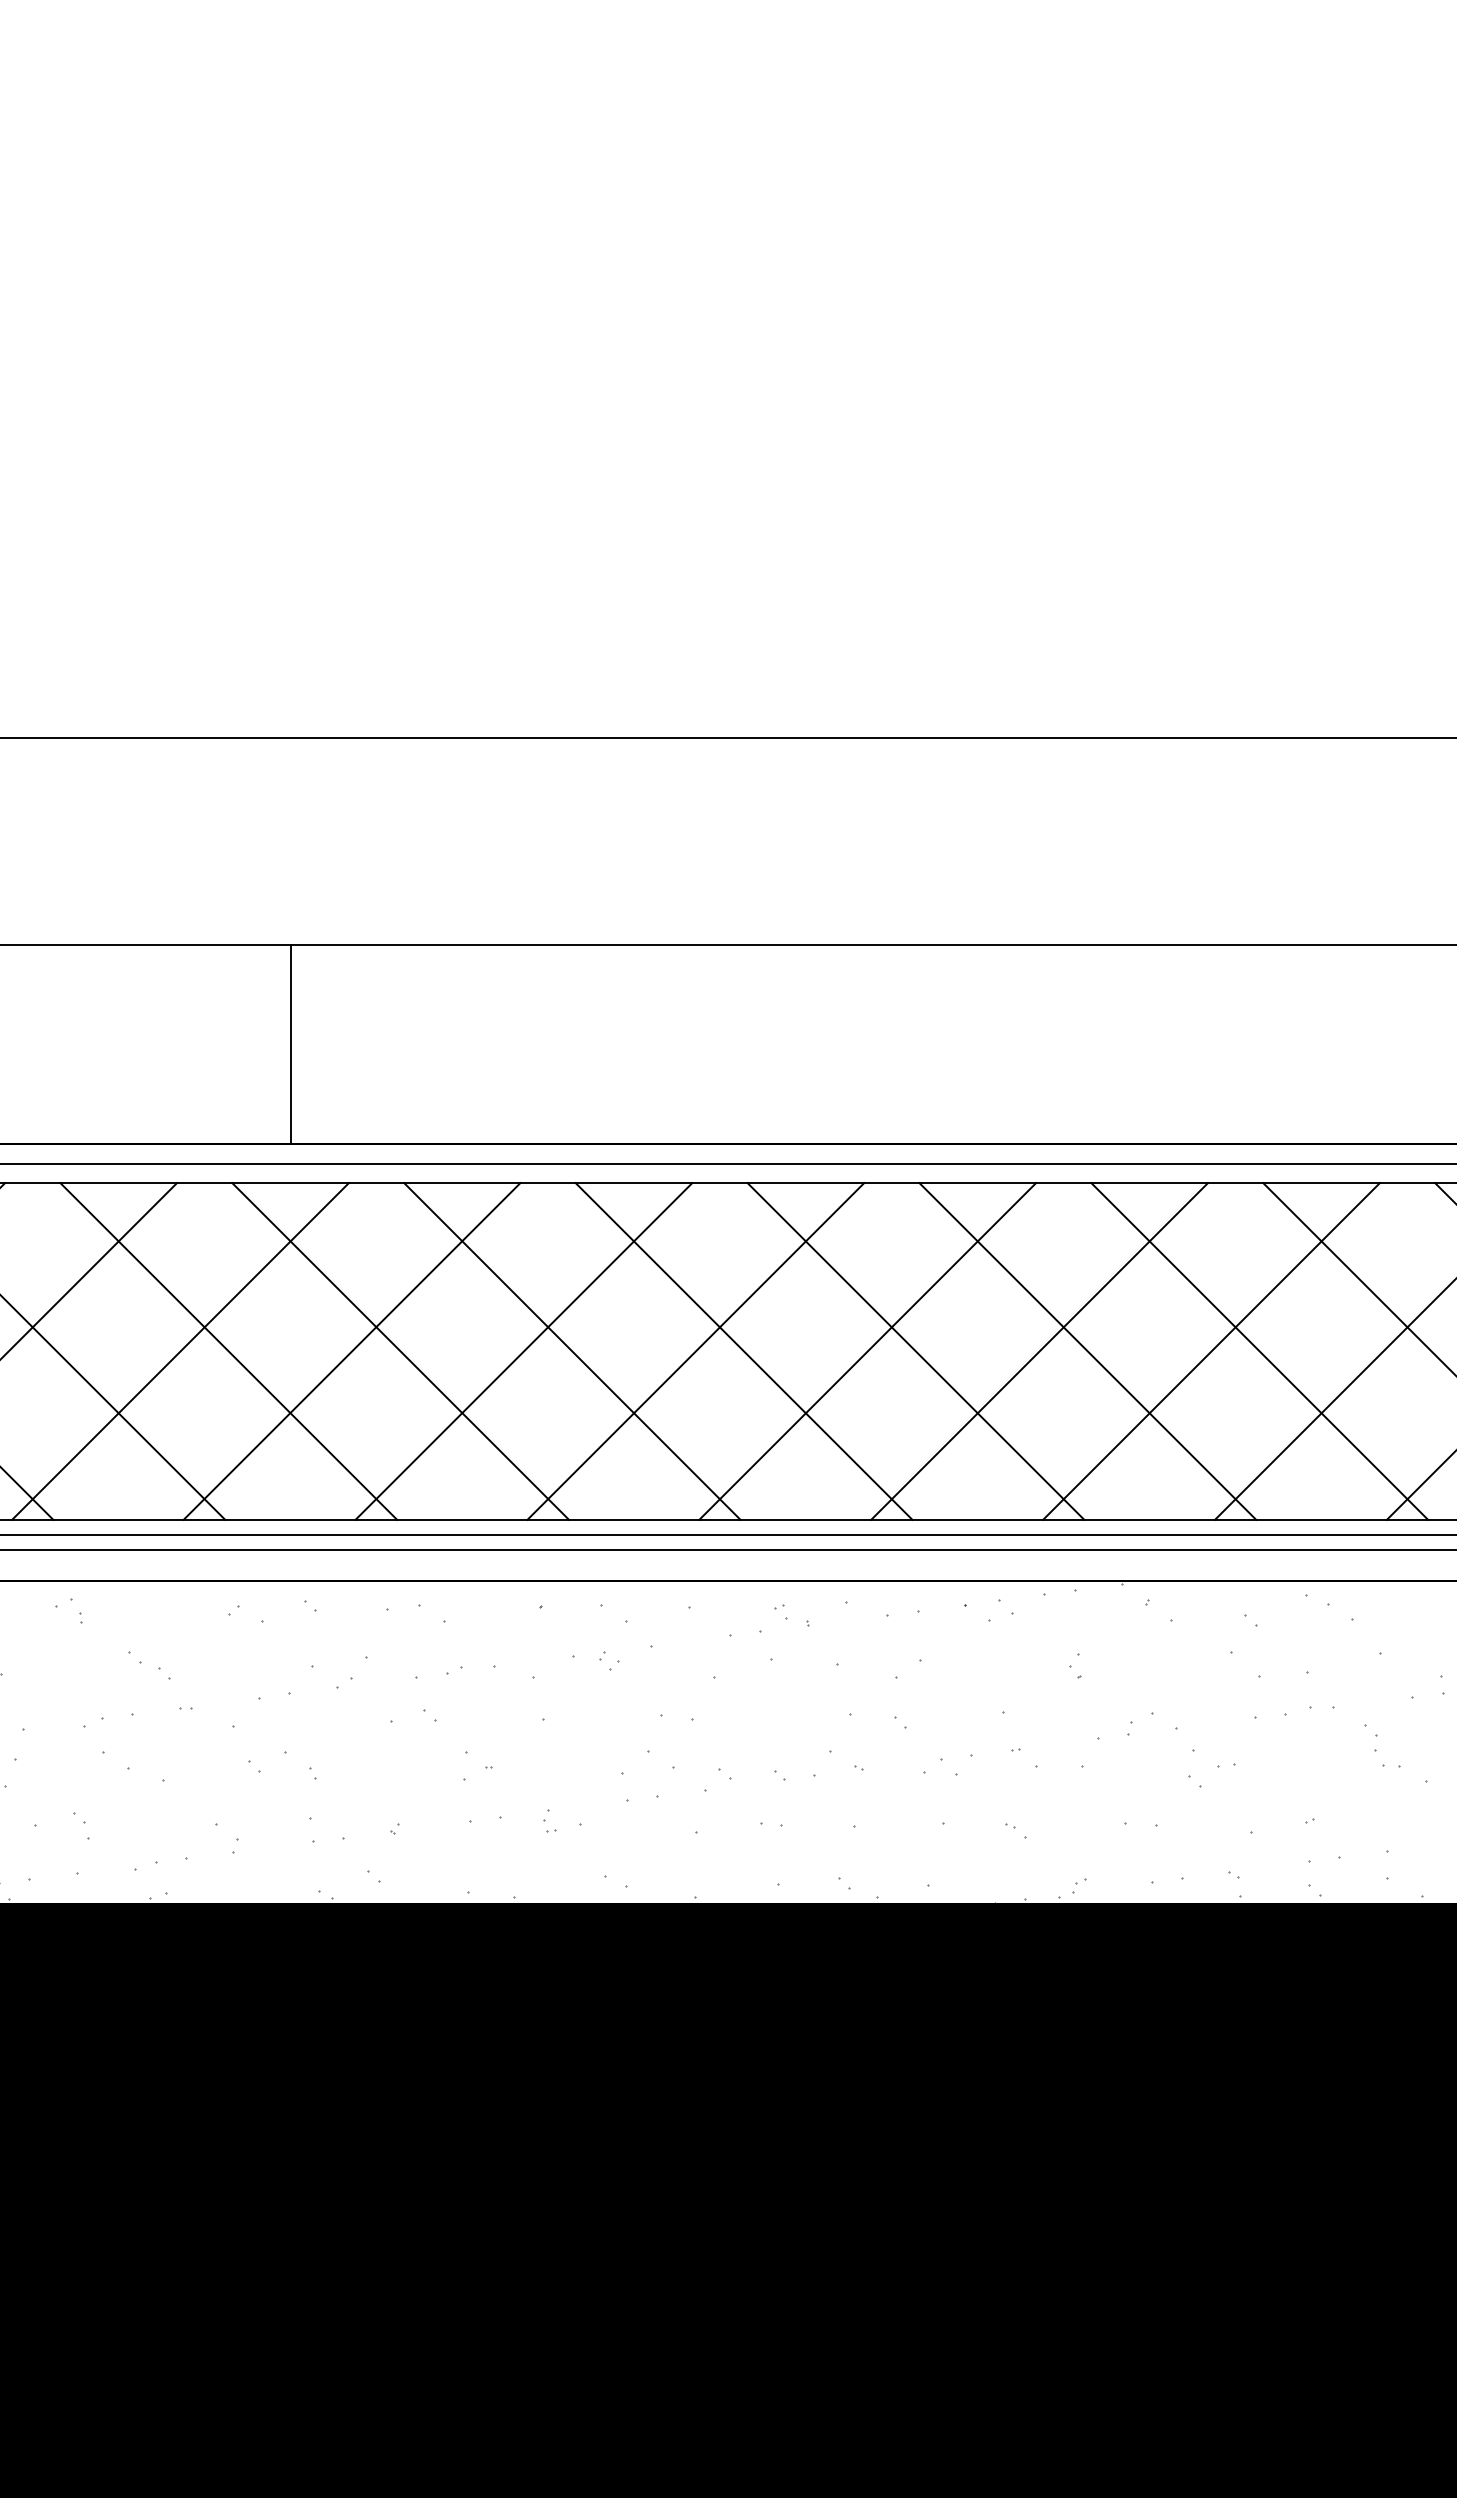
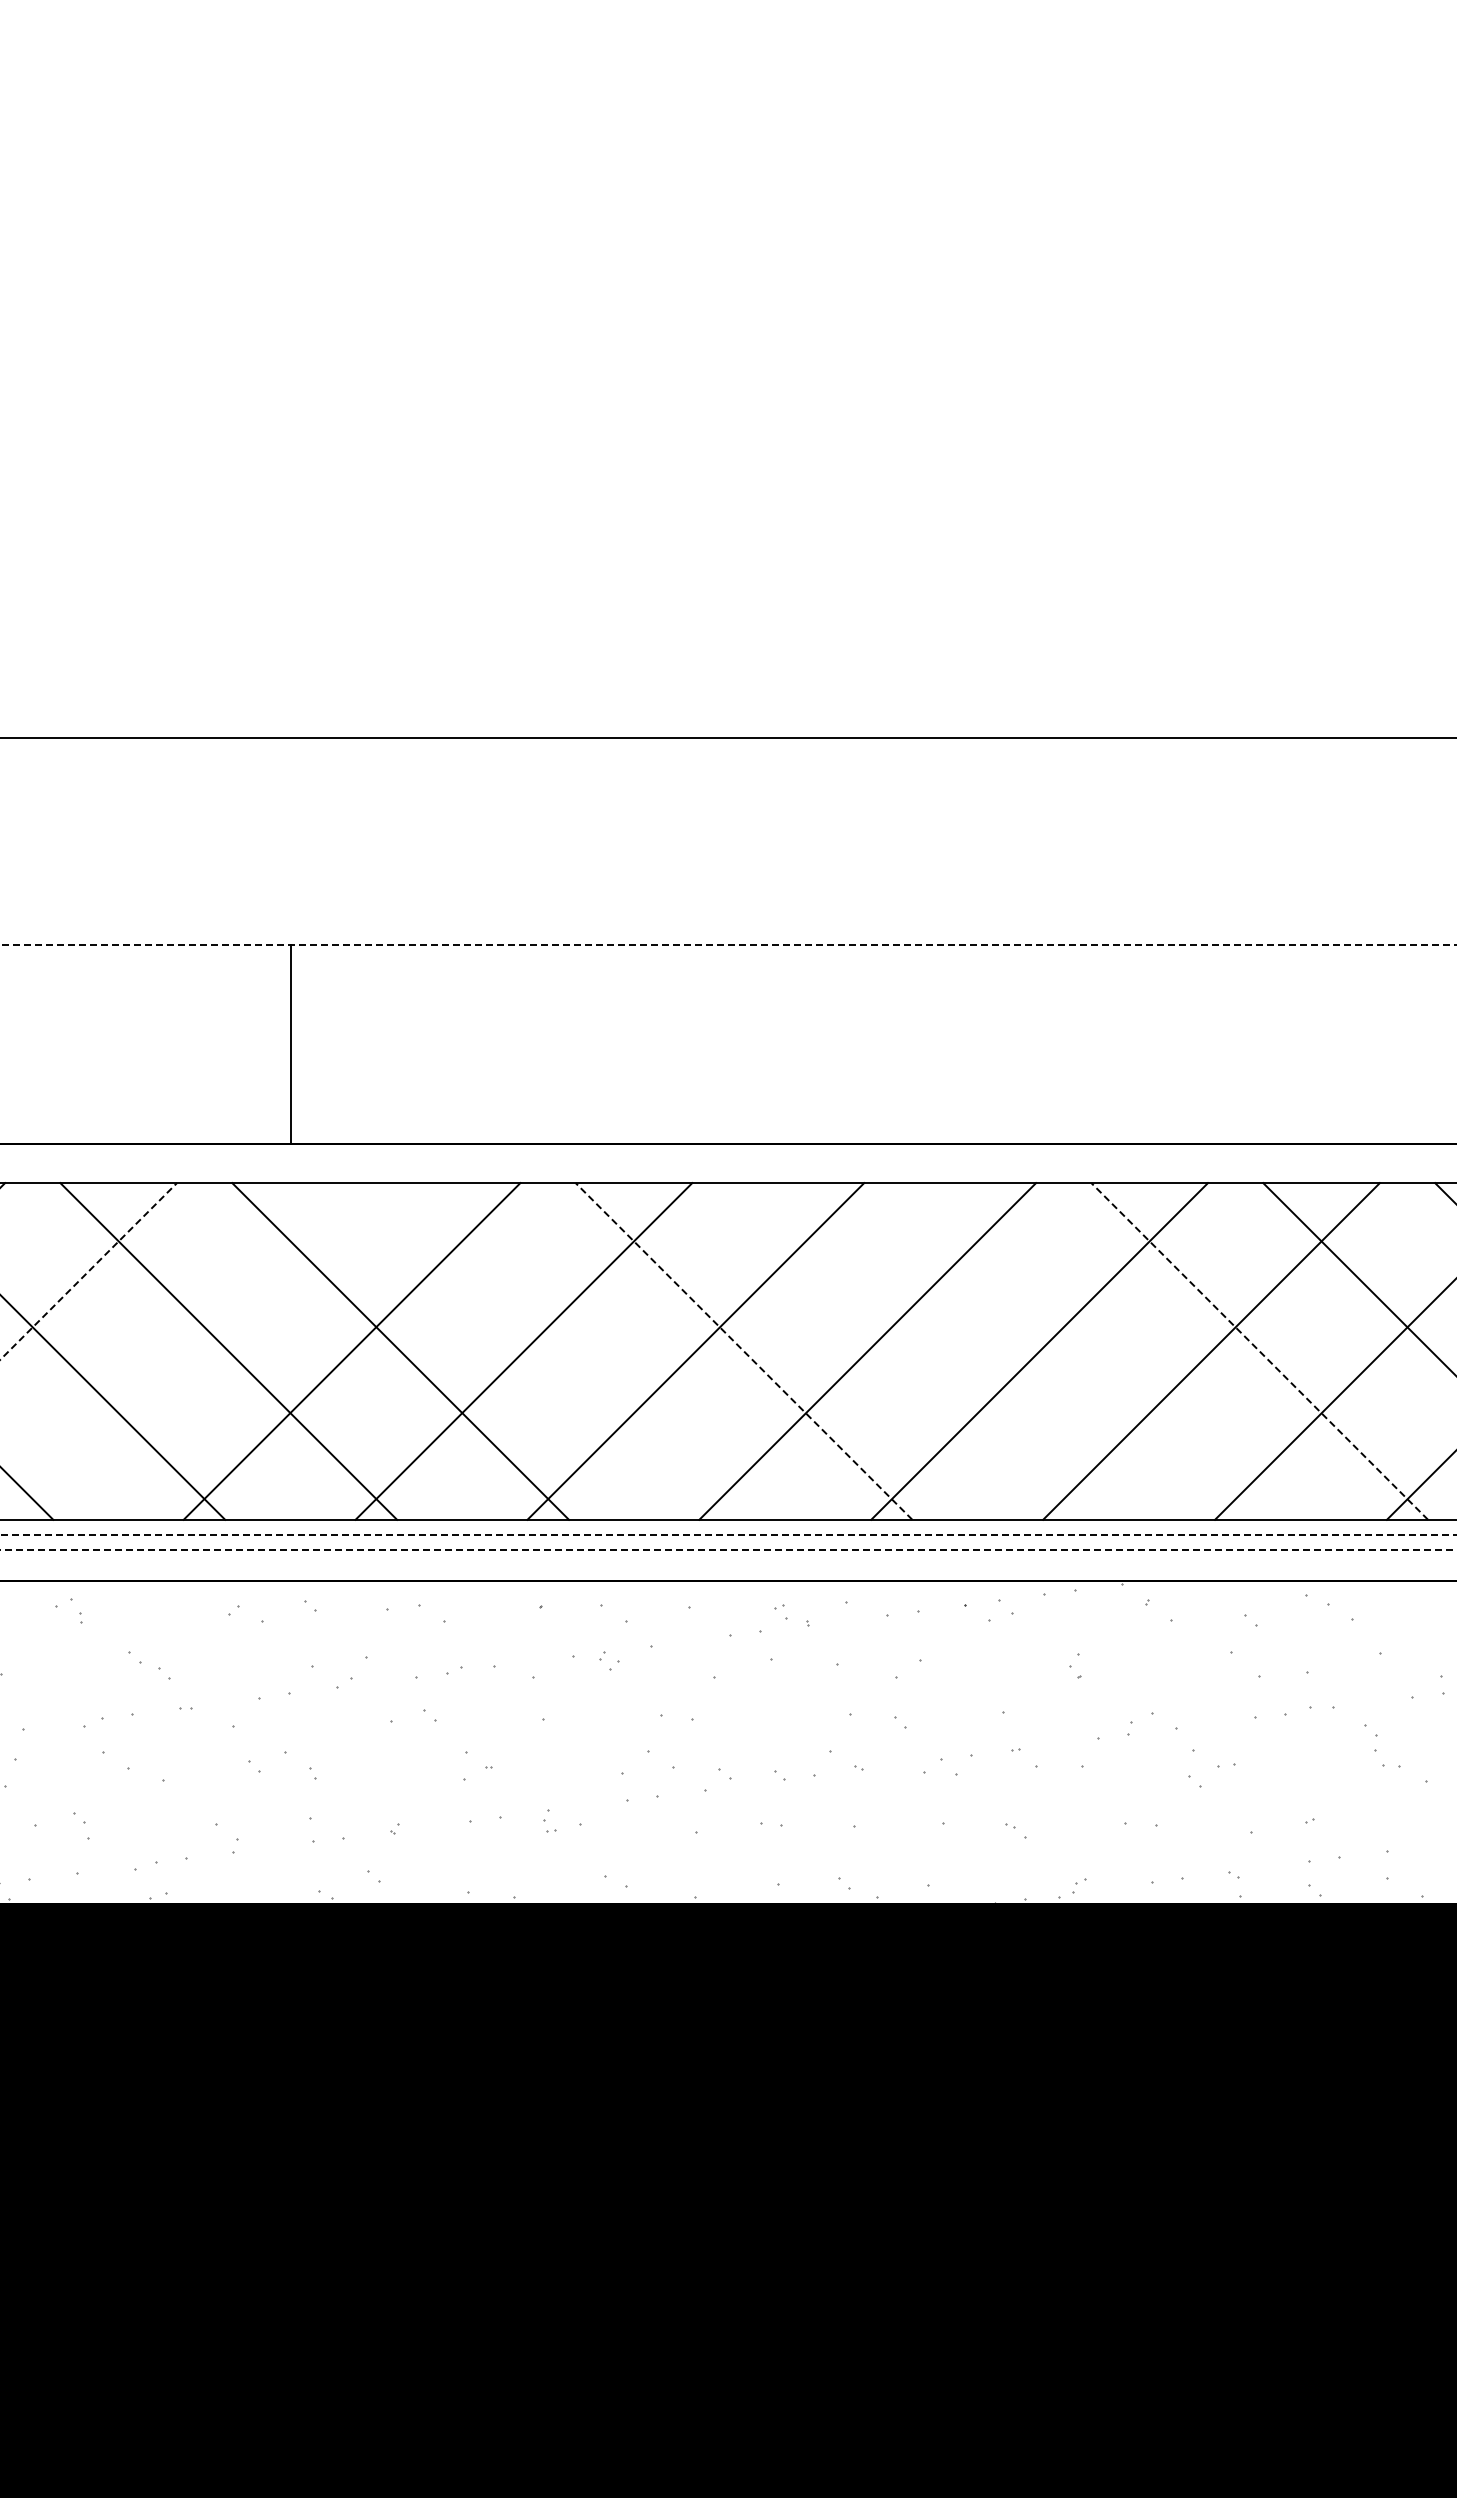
line at (728, 945): solid -> dashed
line at (727, 1163): present -> none
line at (88, 1271): solid -> dashed
line at (180, 1351): present -> none
line at (572, 1351): present -> none
line at (743, 1351): solid -> dashed
line at (915, 1351): present -> none
line at (1087, 1351): present -> none
line at (1259, 1351): solid -> dashed
line at (728, 1535): solid -> dashed
line at (728, 1550): solid -> dashed
